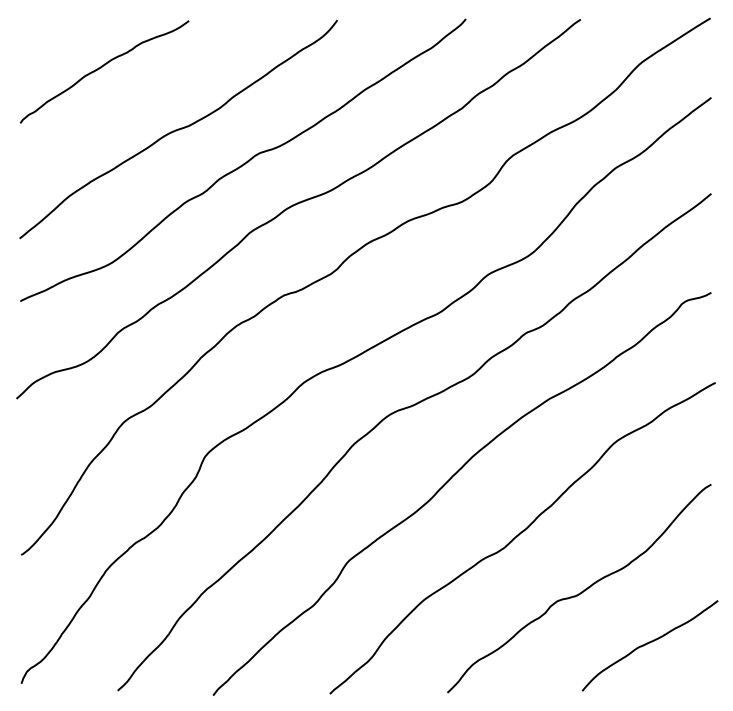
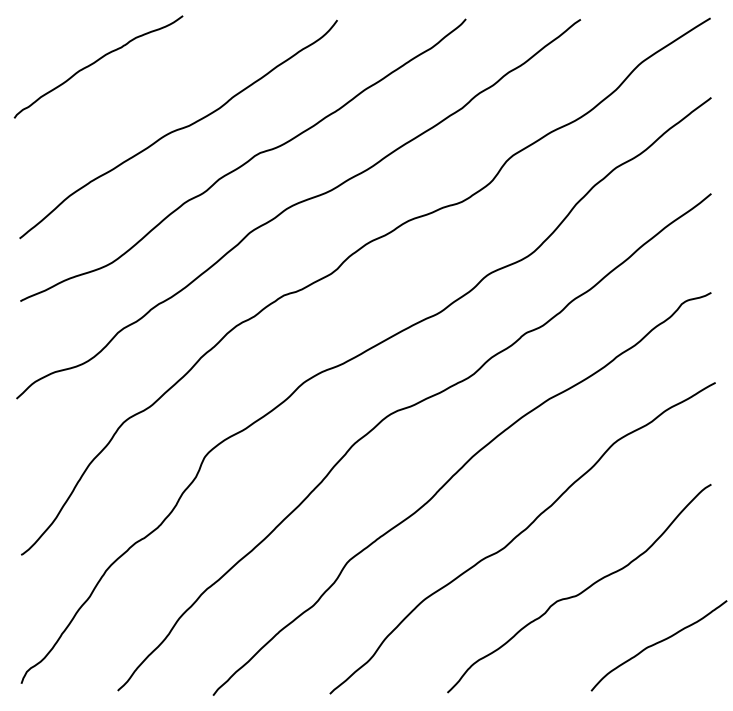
curve at (101, 68) position: (101, 68) -> (95, 63)
curve at (649, 643) position: (649, 643) -> (658, 643)
